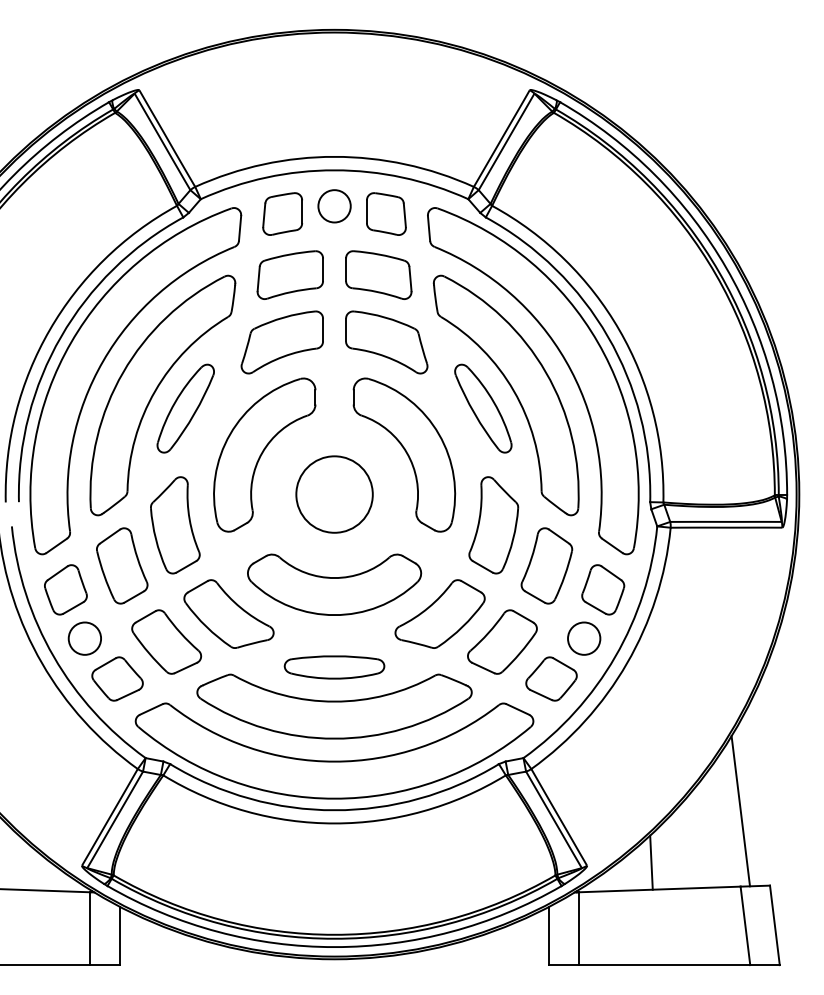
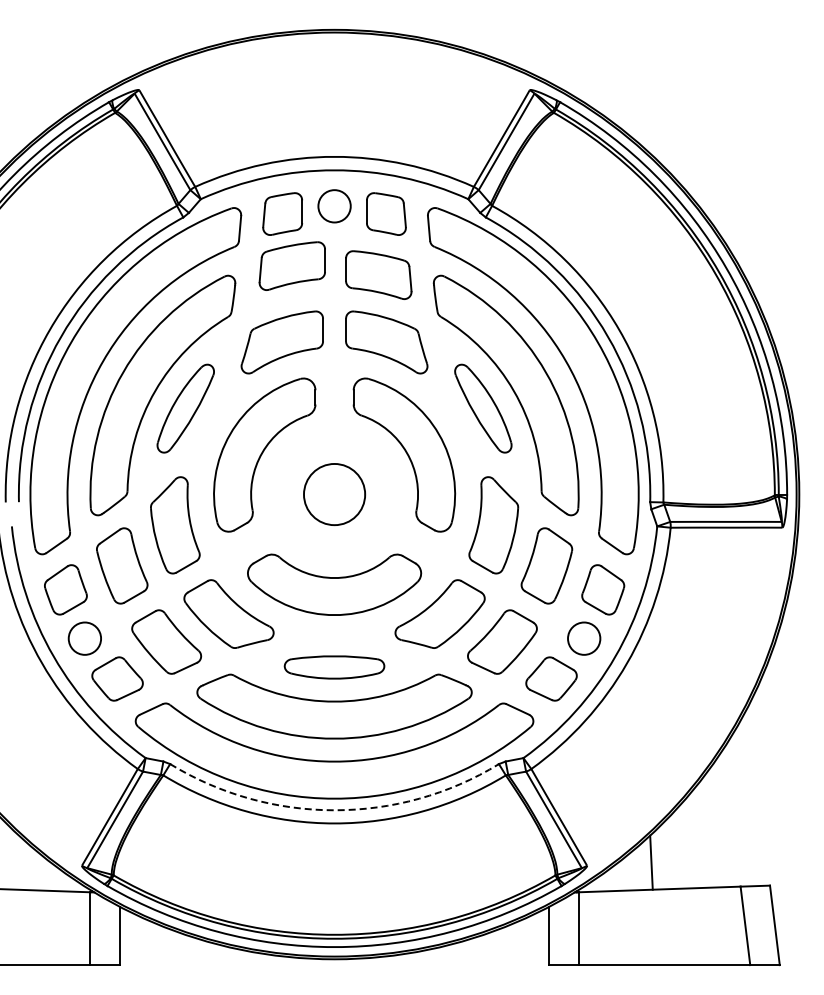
part at (289, 274) position: (289, 274) -> (291, 265)
circle at (334, 494) diameter: 76 px -> 61 px
arc at (334, 810): solid -> dashed
line at (740, 811): present -> none
